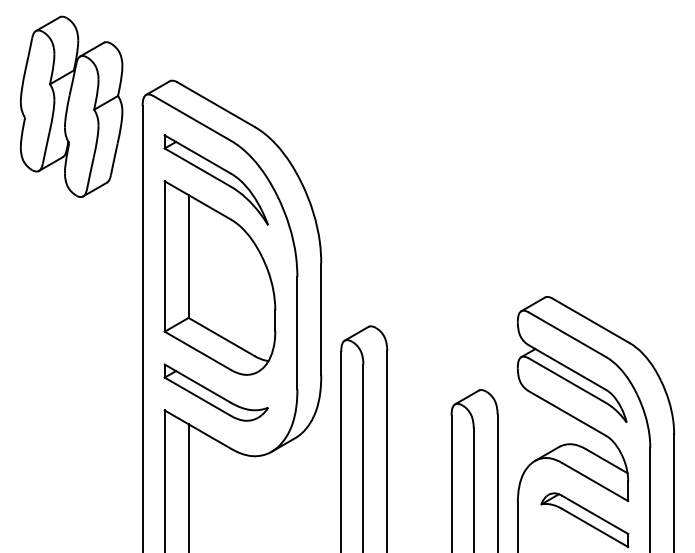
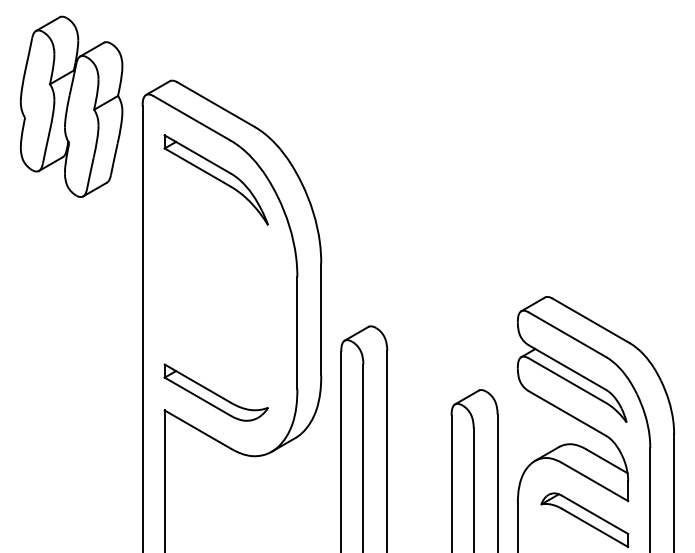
part at (219, 277): present -> none
line at (188, 486): present -> none
